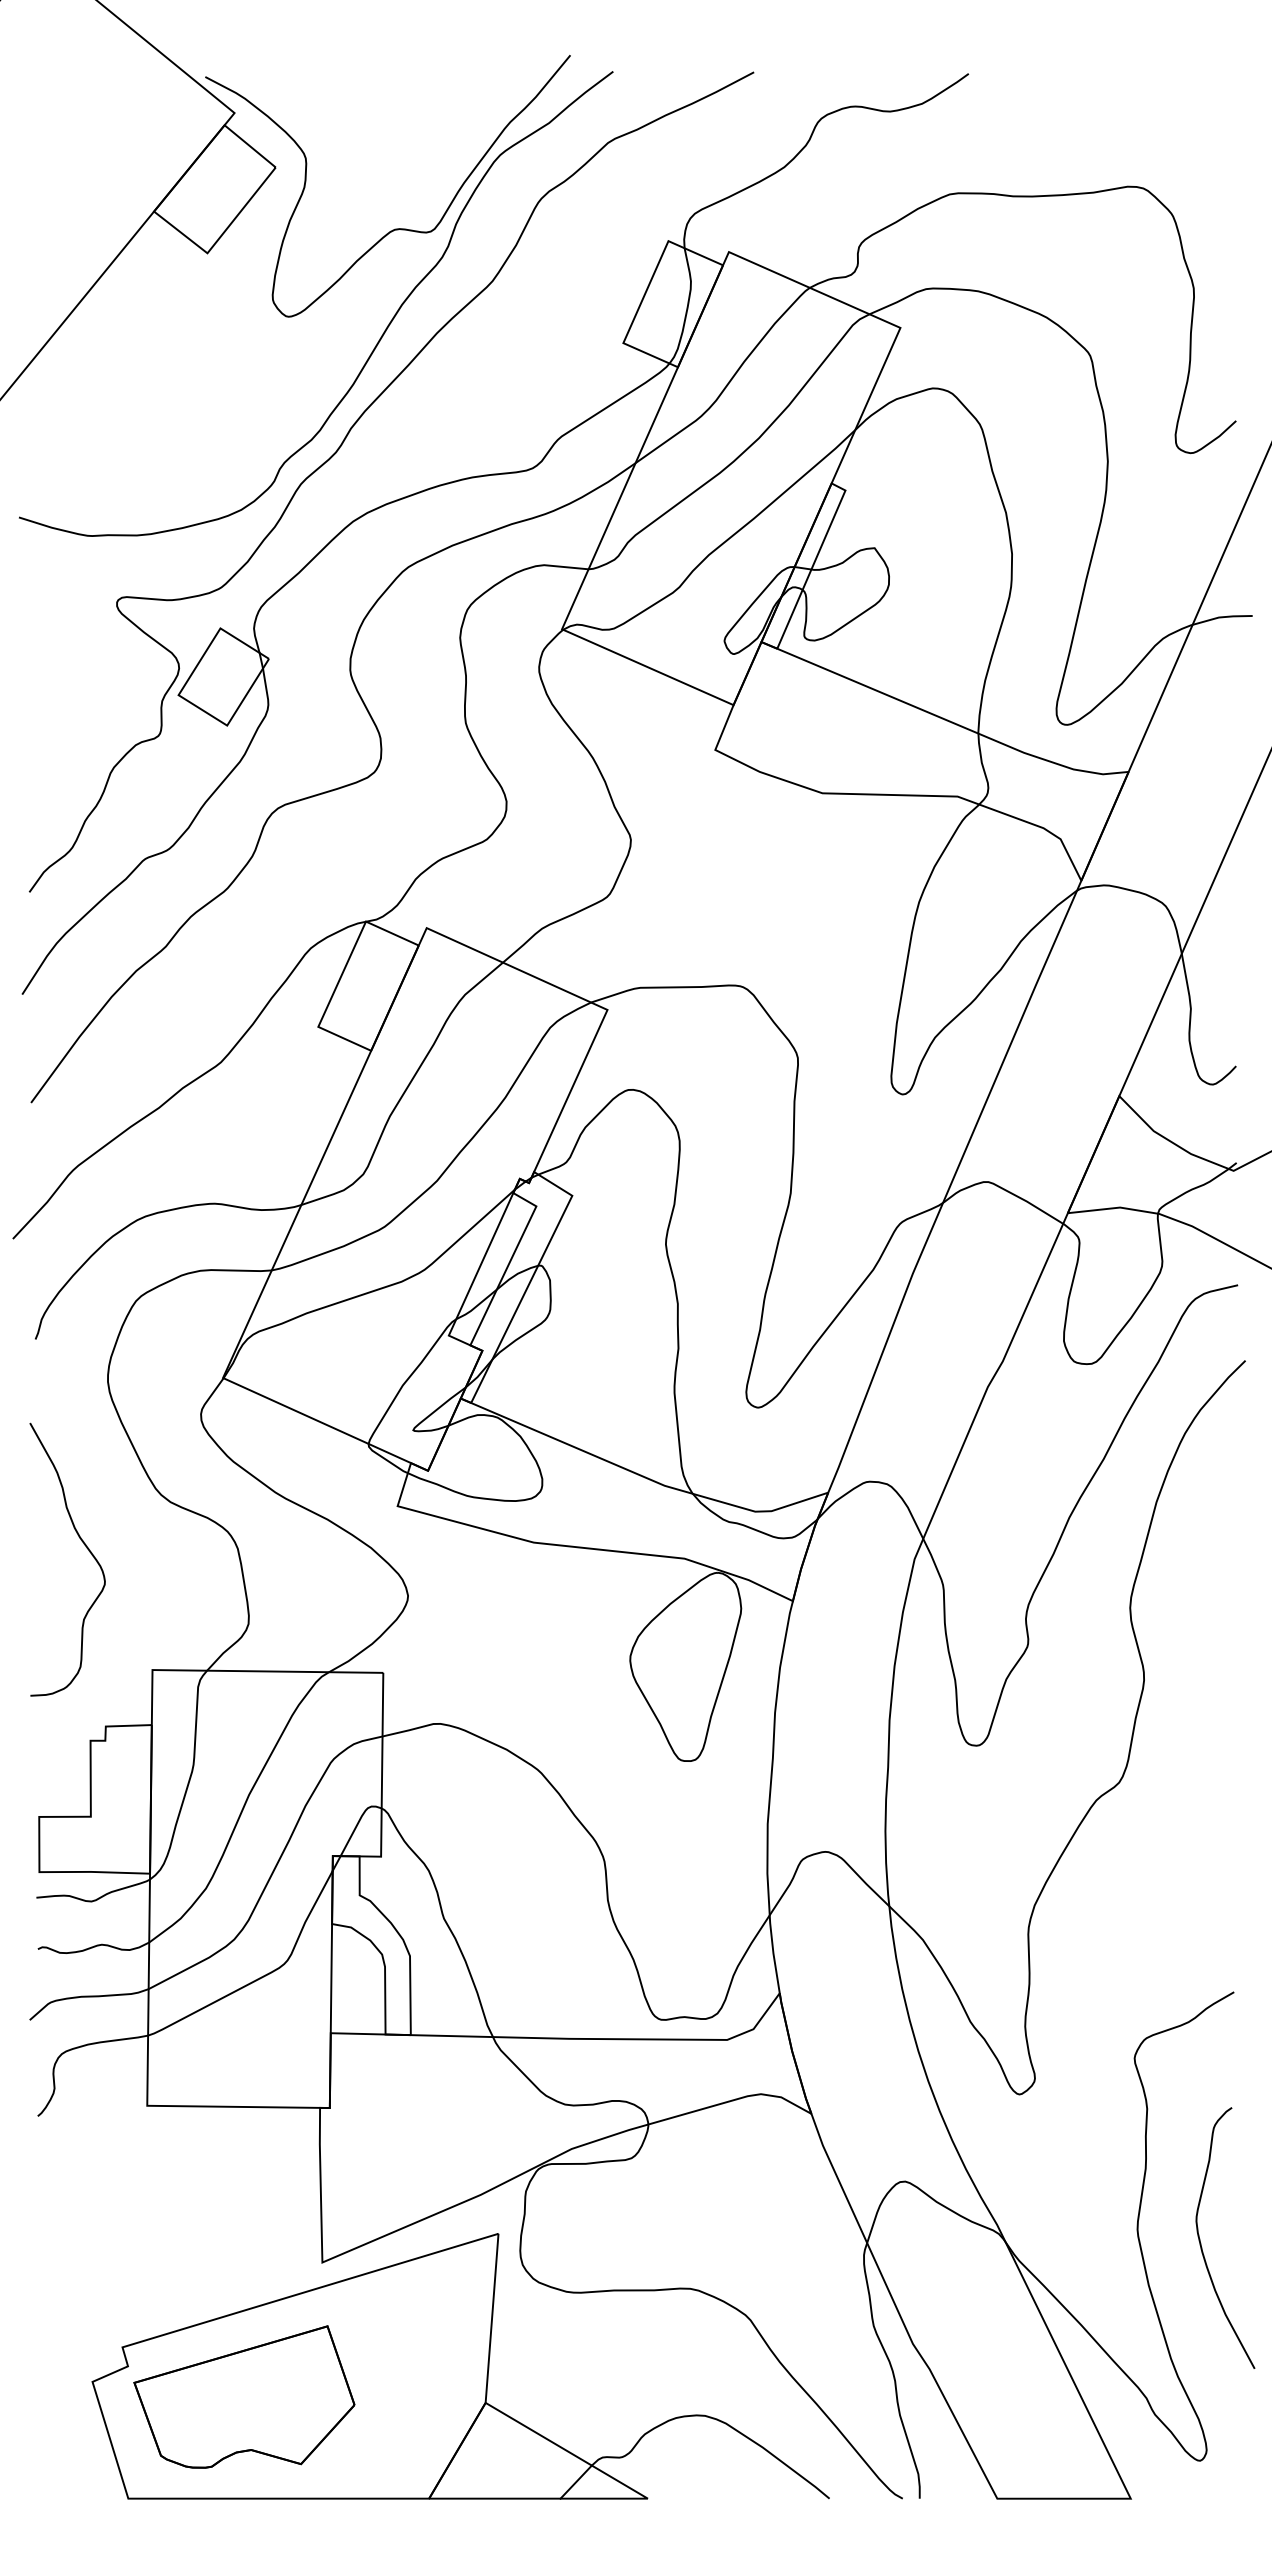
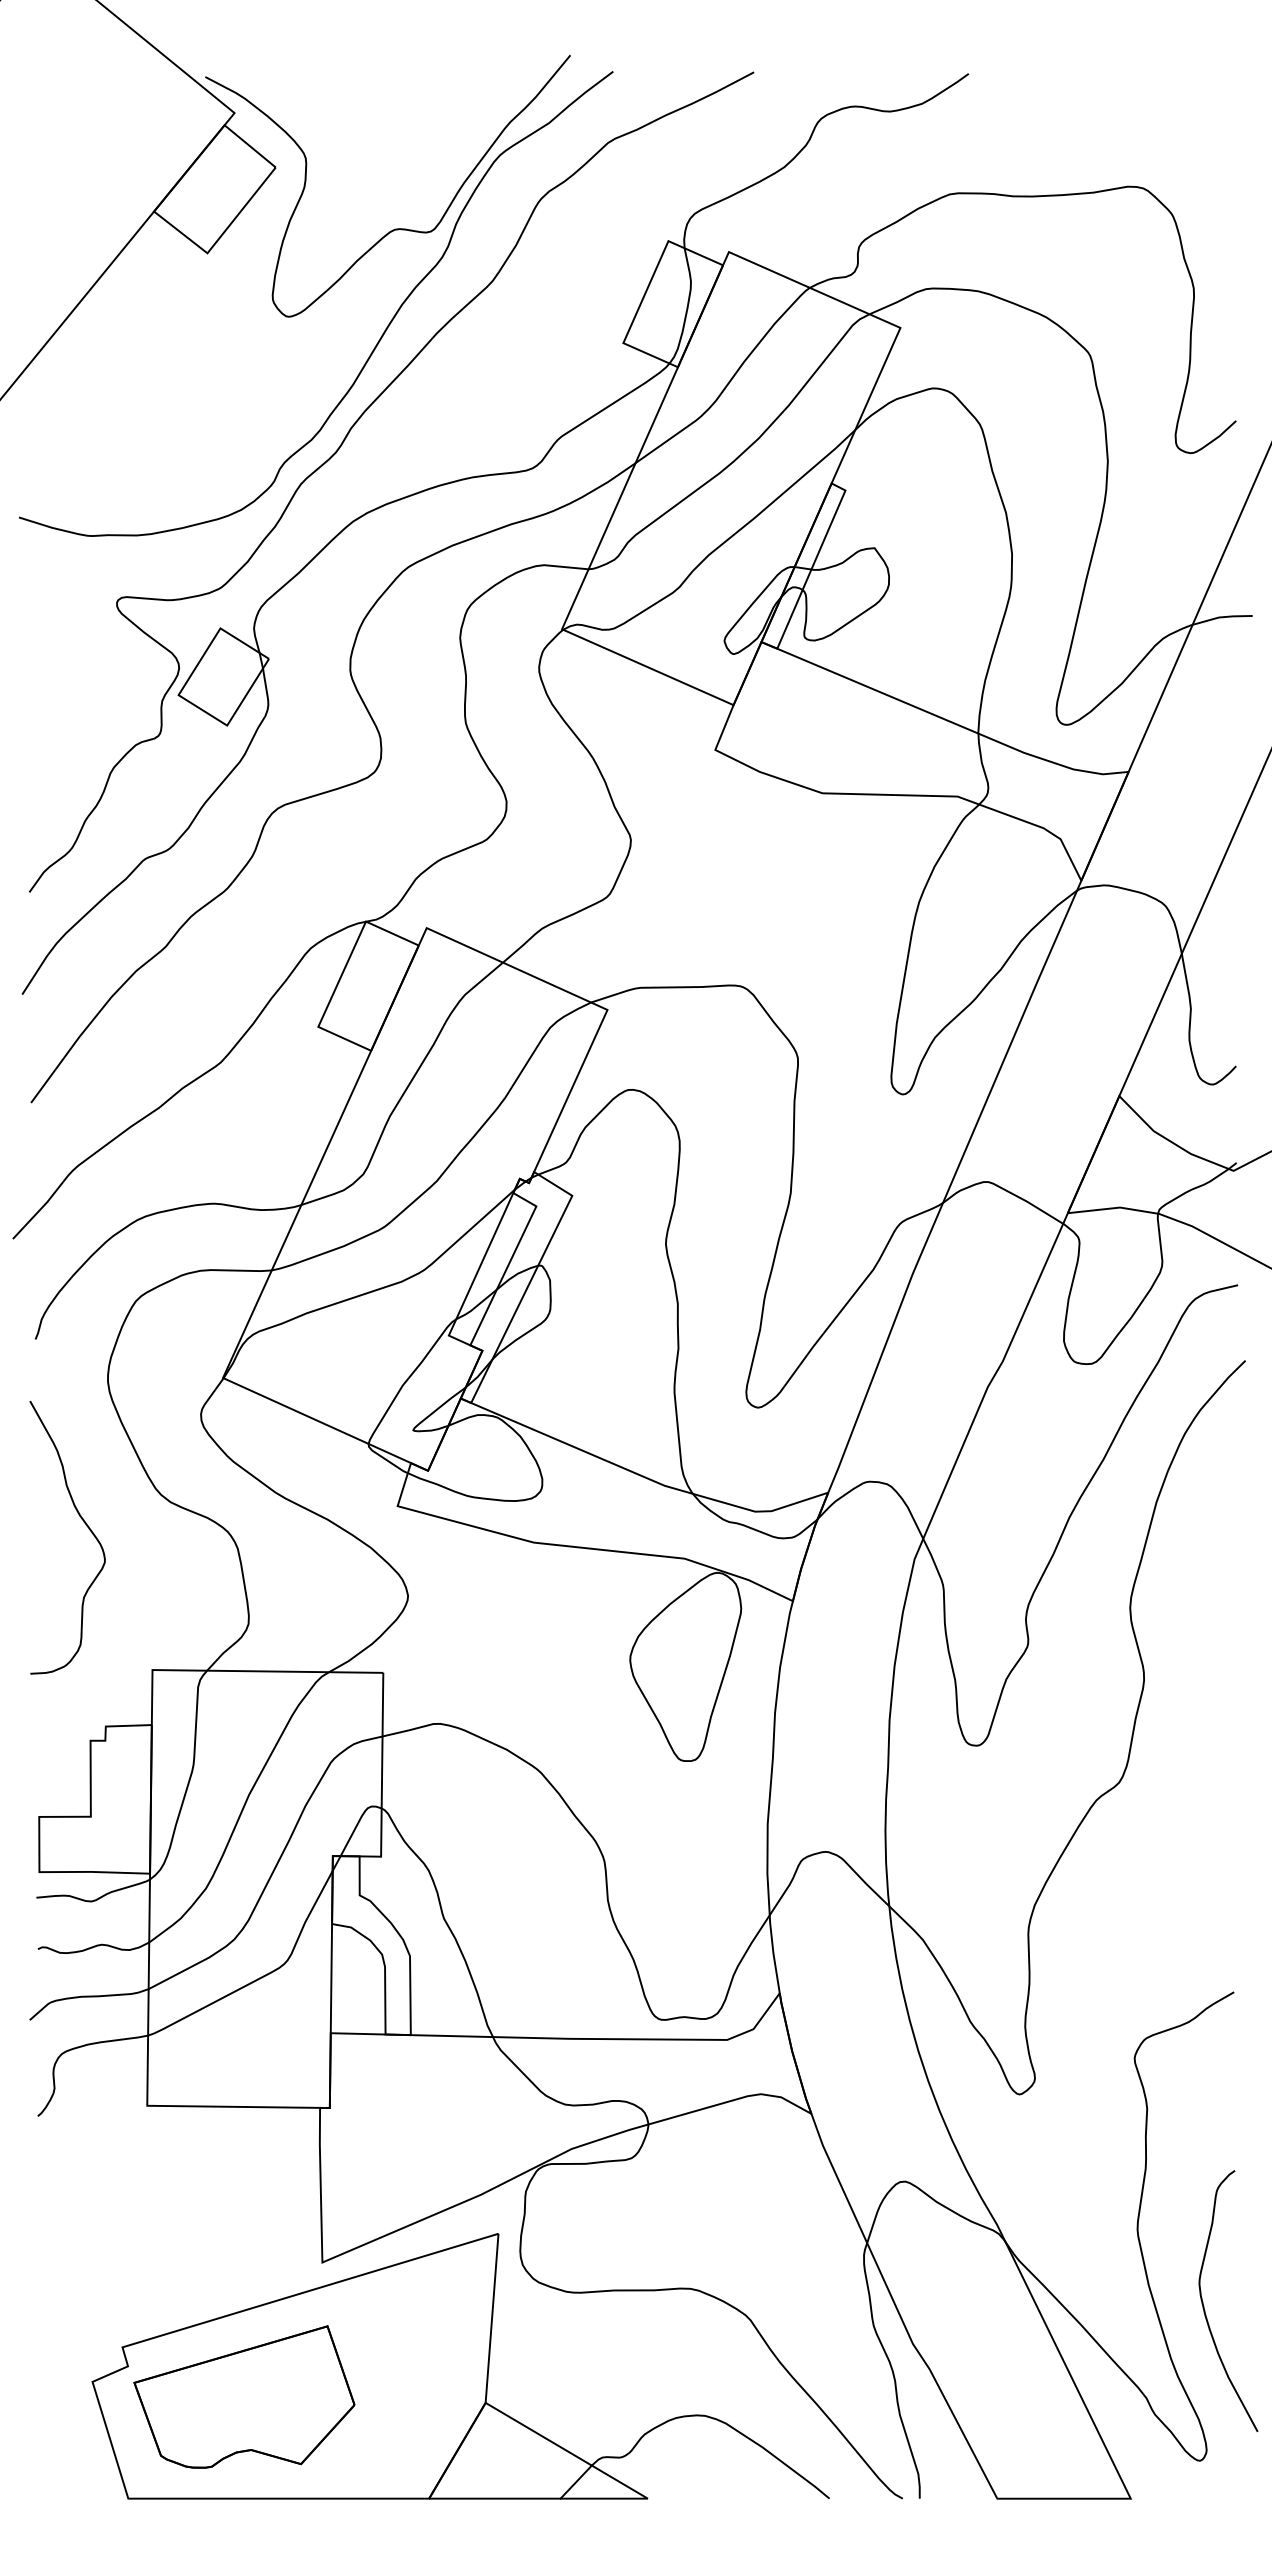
curve at (83, 1544) position: (83, 1544) -> (83, 1522)
curve at (1201, 2243) position: (1201, 2243) -> (1204, 2306)
